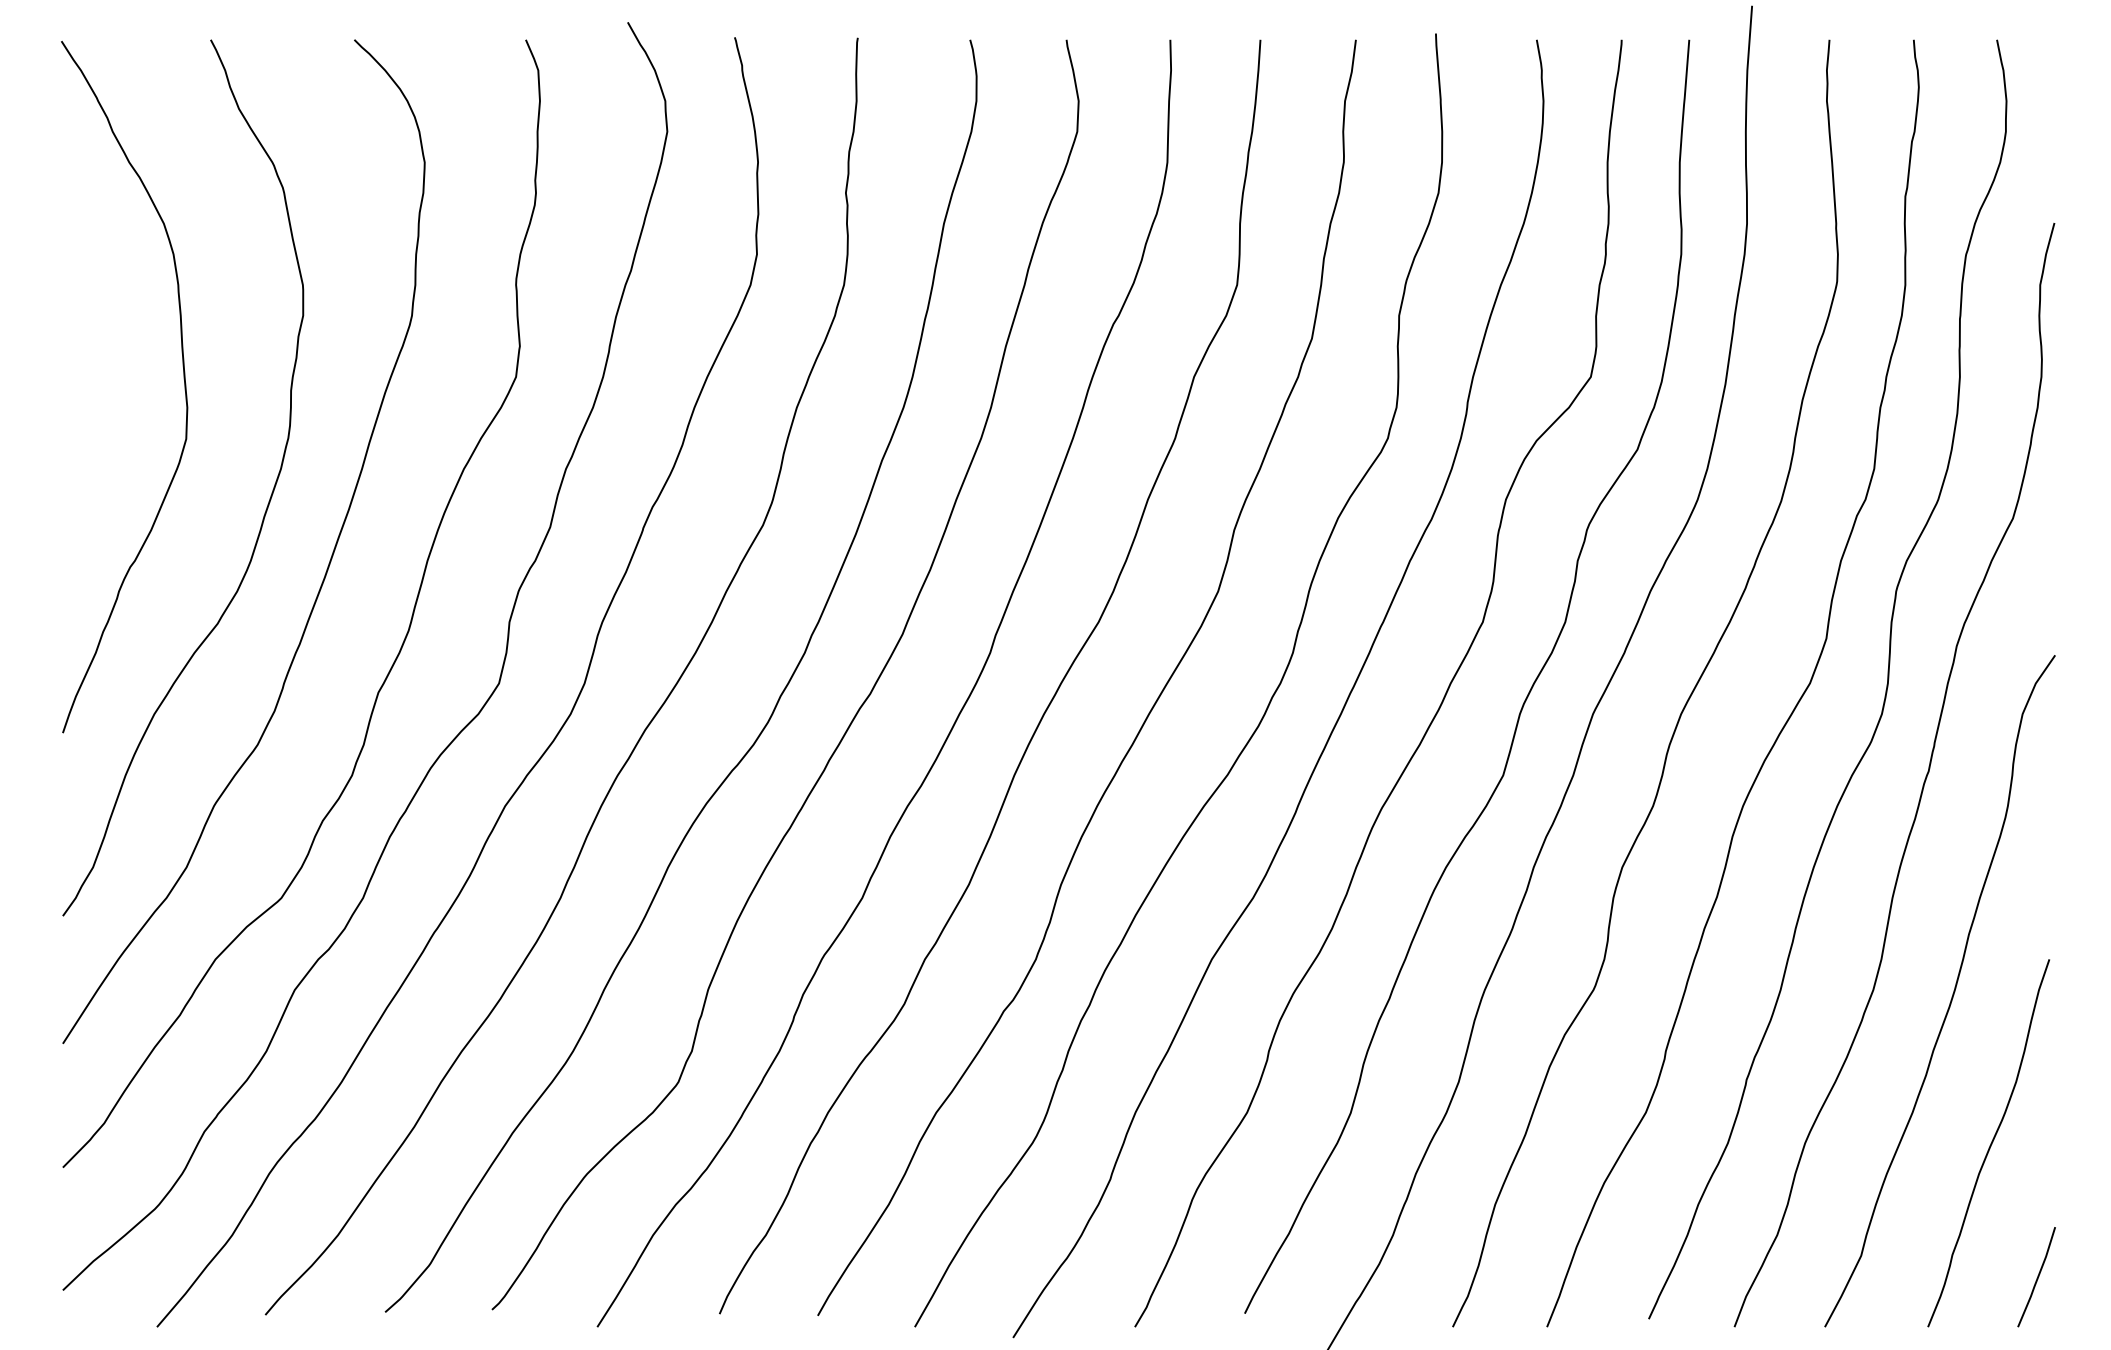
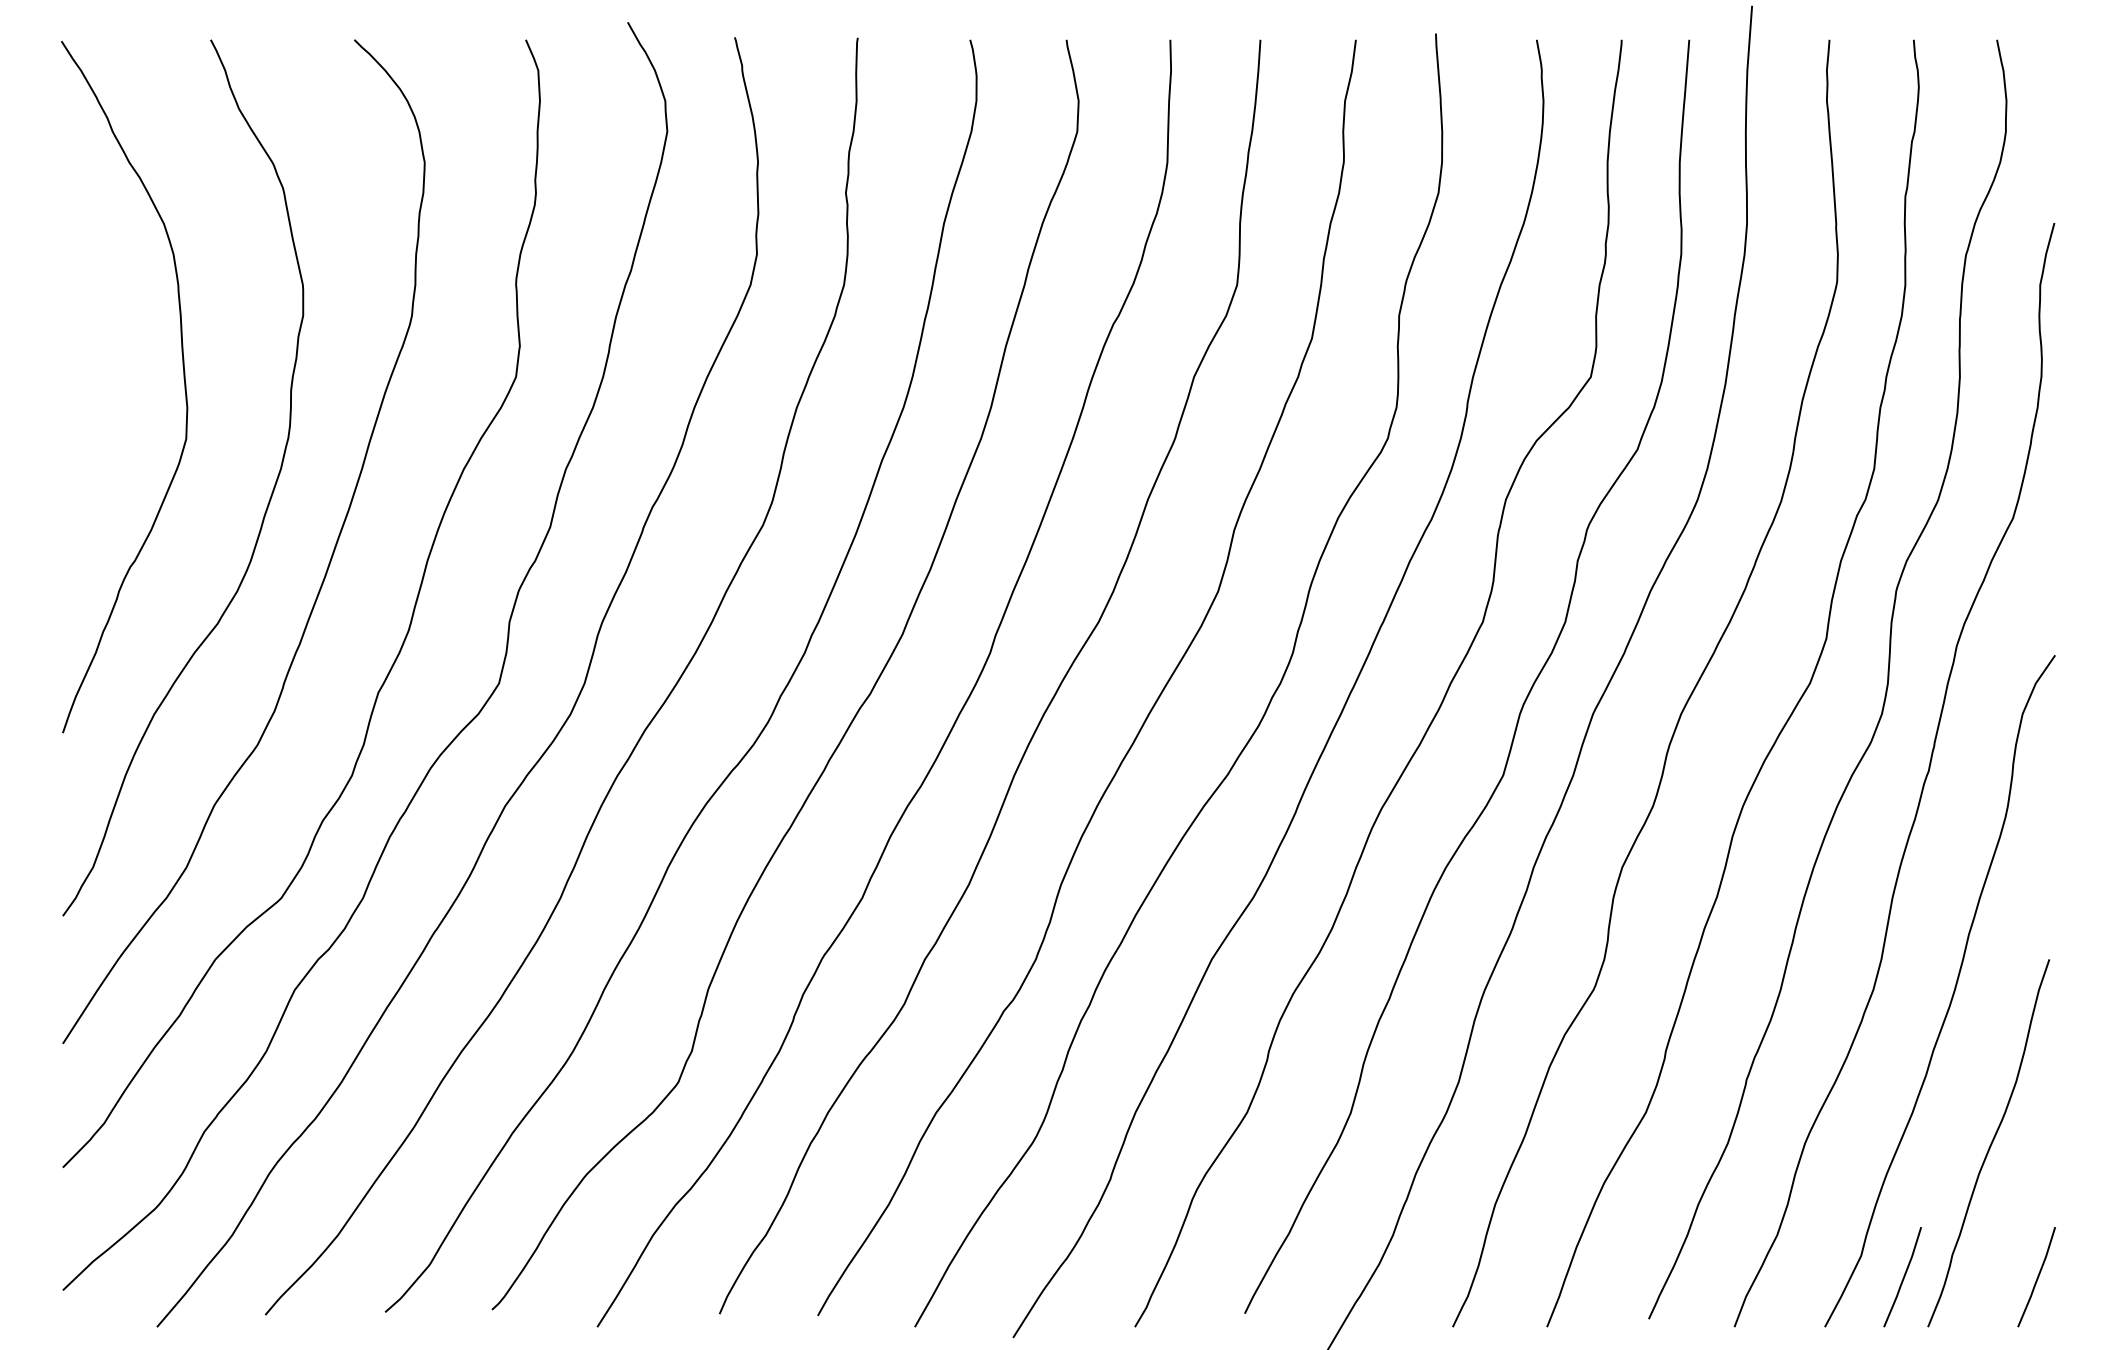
line at (1903, 1277): none -> present
